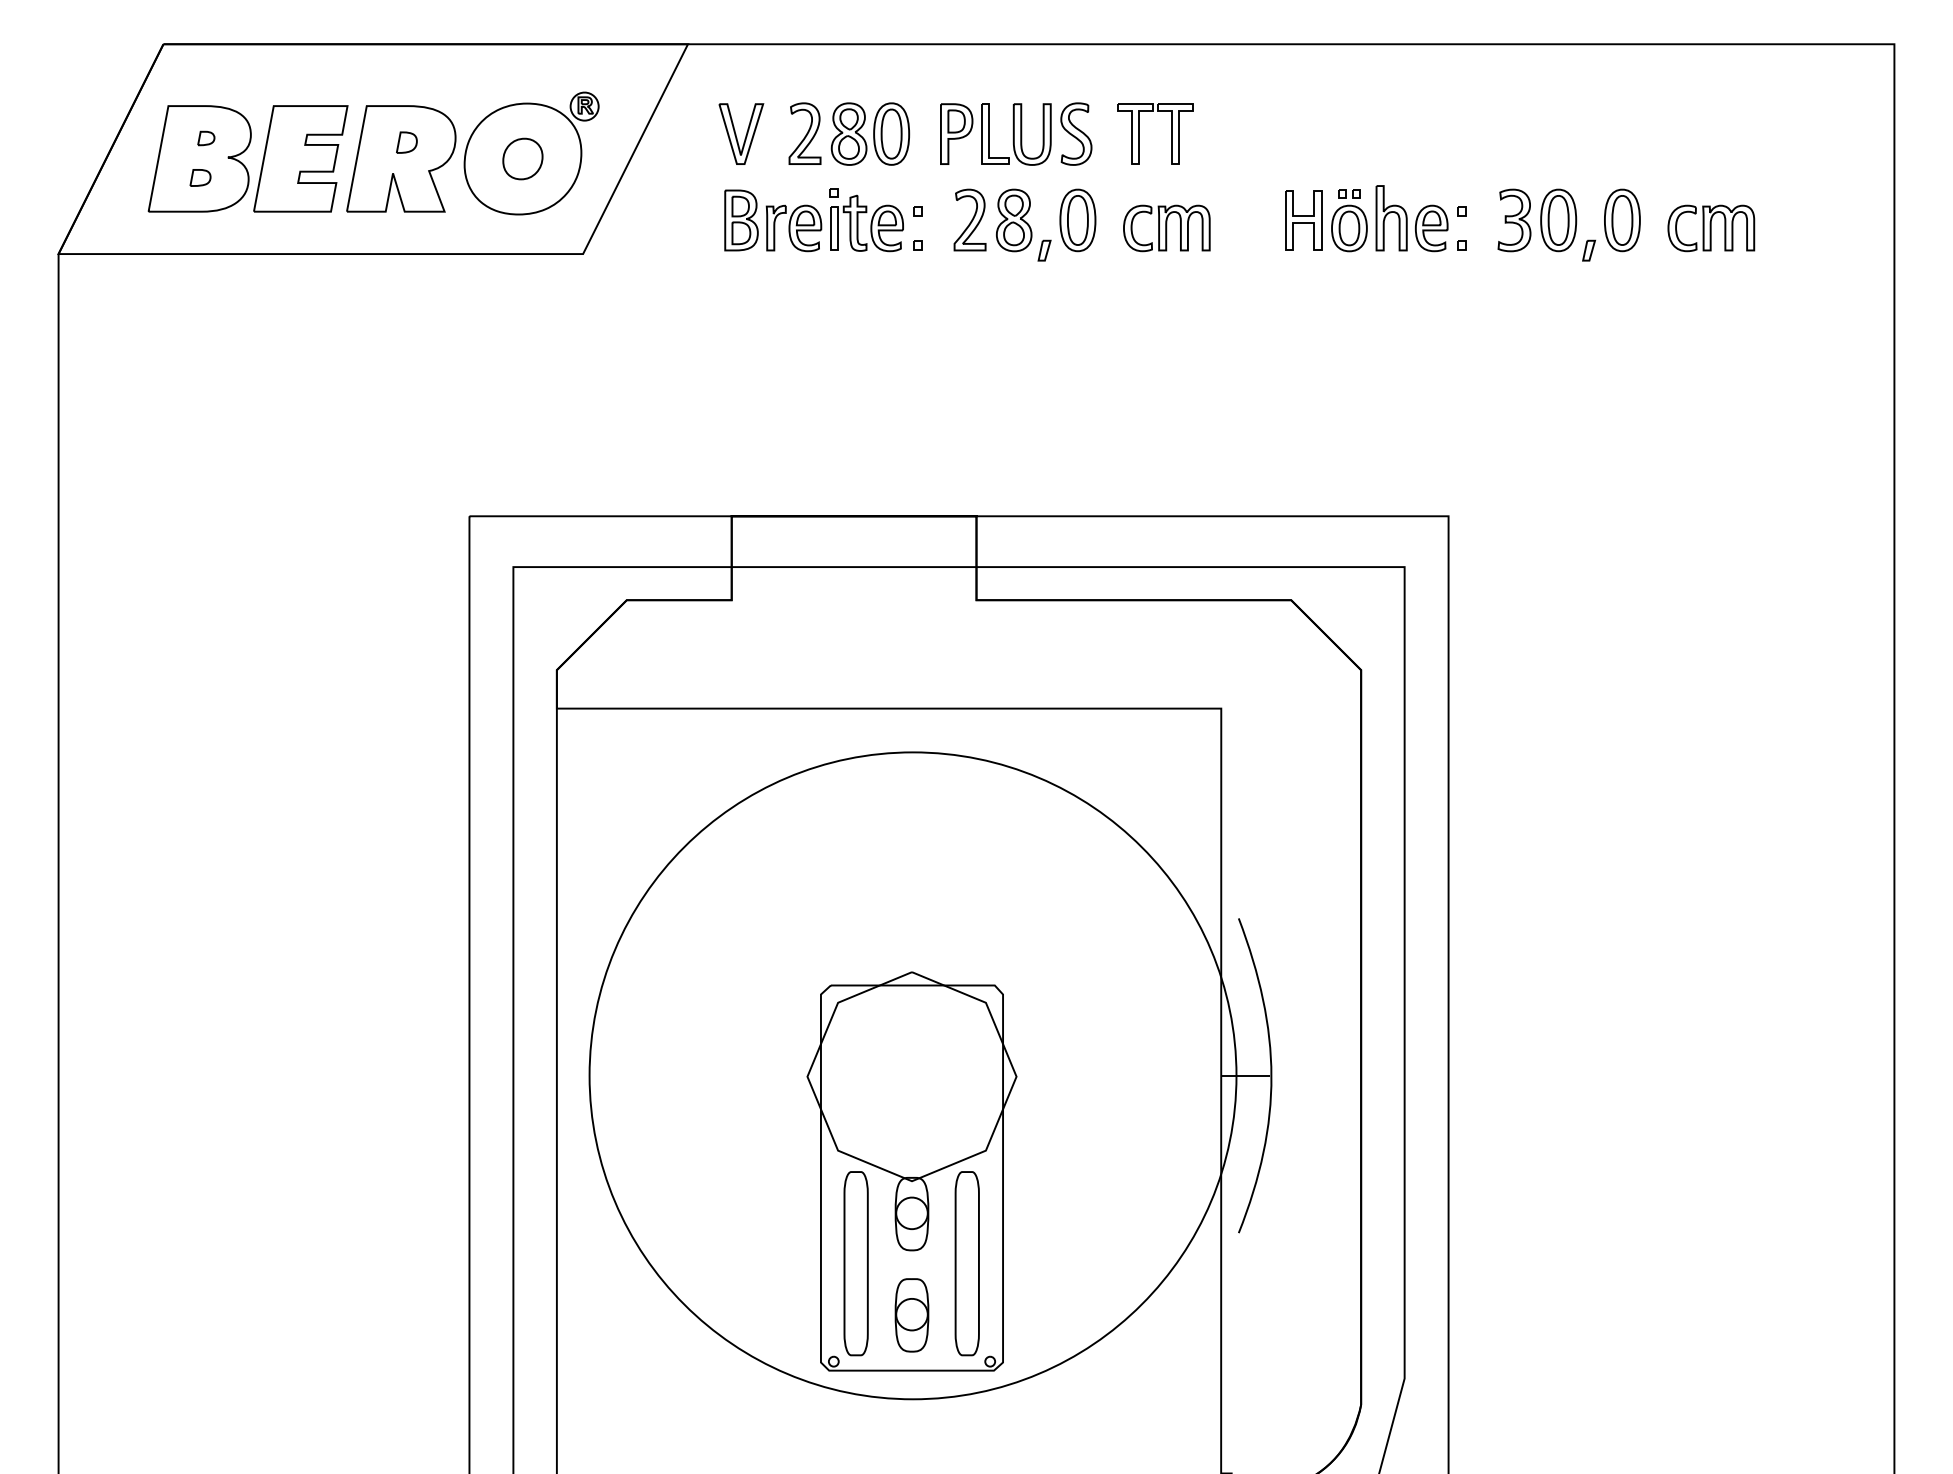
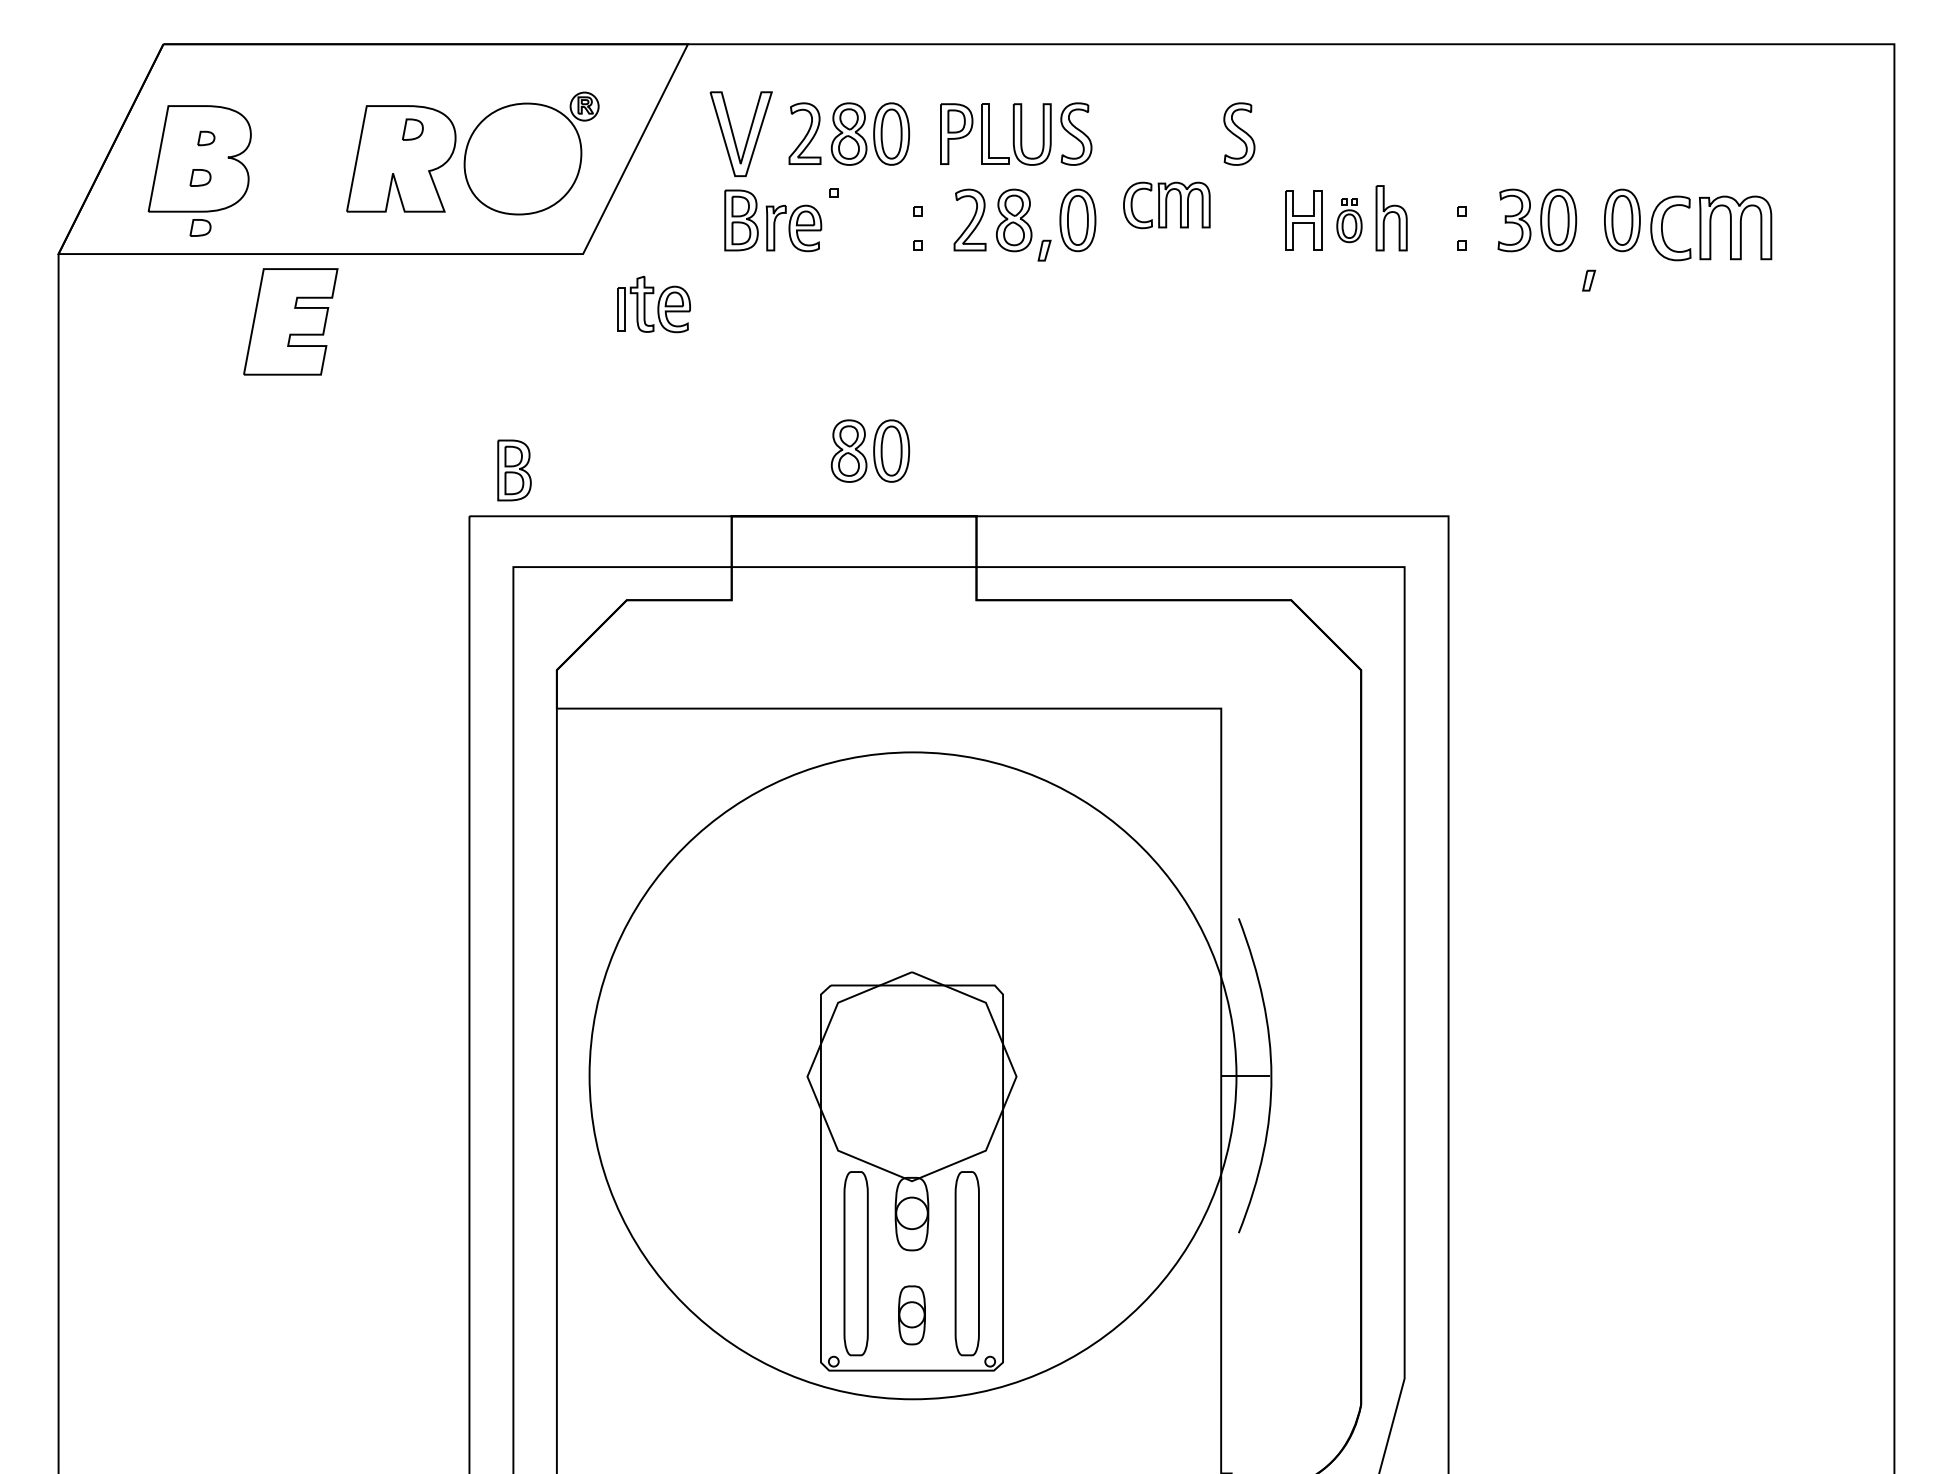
part at (741, 133) size: 47x62 px -> 64x86 px
part at (1139, 133): present -> none
part at (1239, 133): none -> present
part at (406, 142) position: (406, 142) -> (412, 129)
part at (300, 158) position: (300, 158) -> (290, 321)
part at (522, 158): present -> none
part at (1349, 220) size: 37x64 px -> 27x46 px
part at (866, 223) position: (866, 223) -> (653, 304)
part at (200, 227): none -> present
part at (1166, 228) position: (1166, 228) -> (1166, 205)
part at (1431, 228): present -> none
part at (1711, 228) size: 89x49 px -> 123x67 px
part at (1588, 250) position: (1588, 250) -> (1588, 280)
part at (870, 450): none -> present
part at (514, 470): none -> present
part at (911, 1315) size: 36x75 px -> 28x61 px
